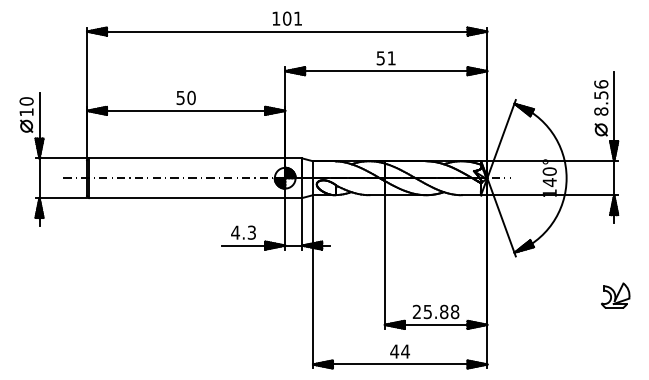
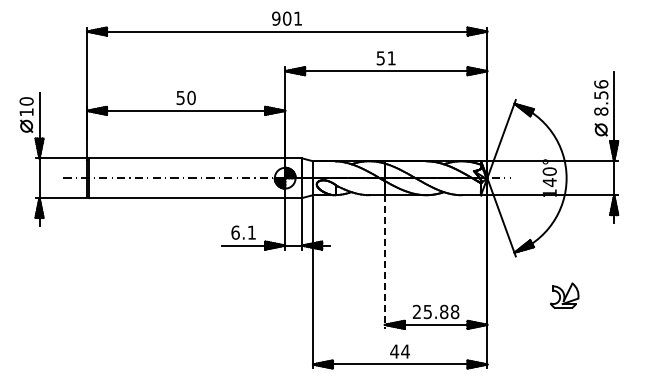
text at (276, 18): 101 -> 901
text at (243, 232): 4.3 -> 6.1
line at (384, 262): solid -> dashed
part at (615, 295) position: (615, 295) -> (564, 295)
